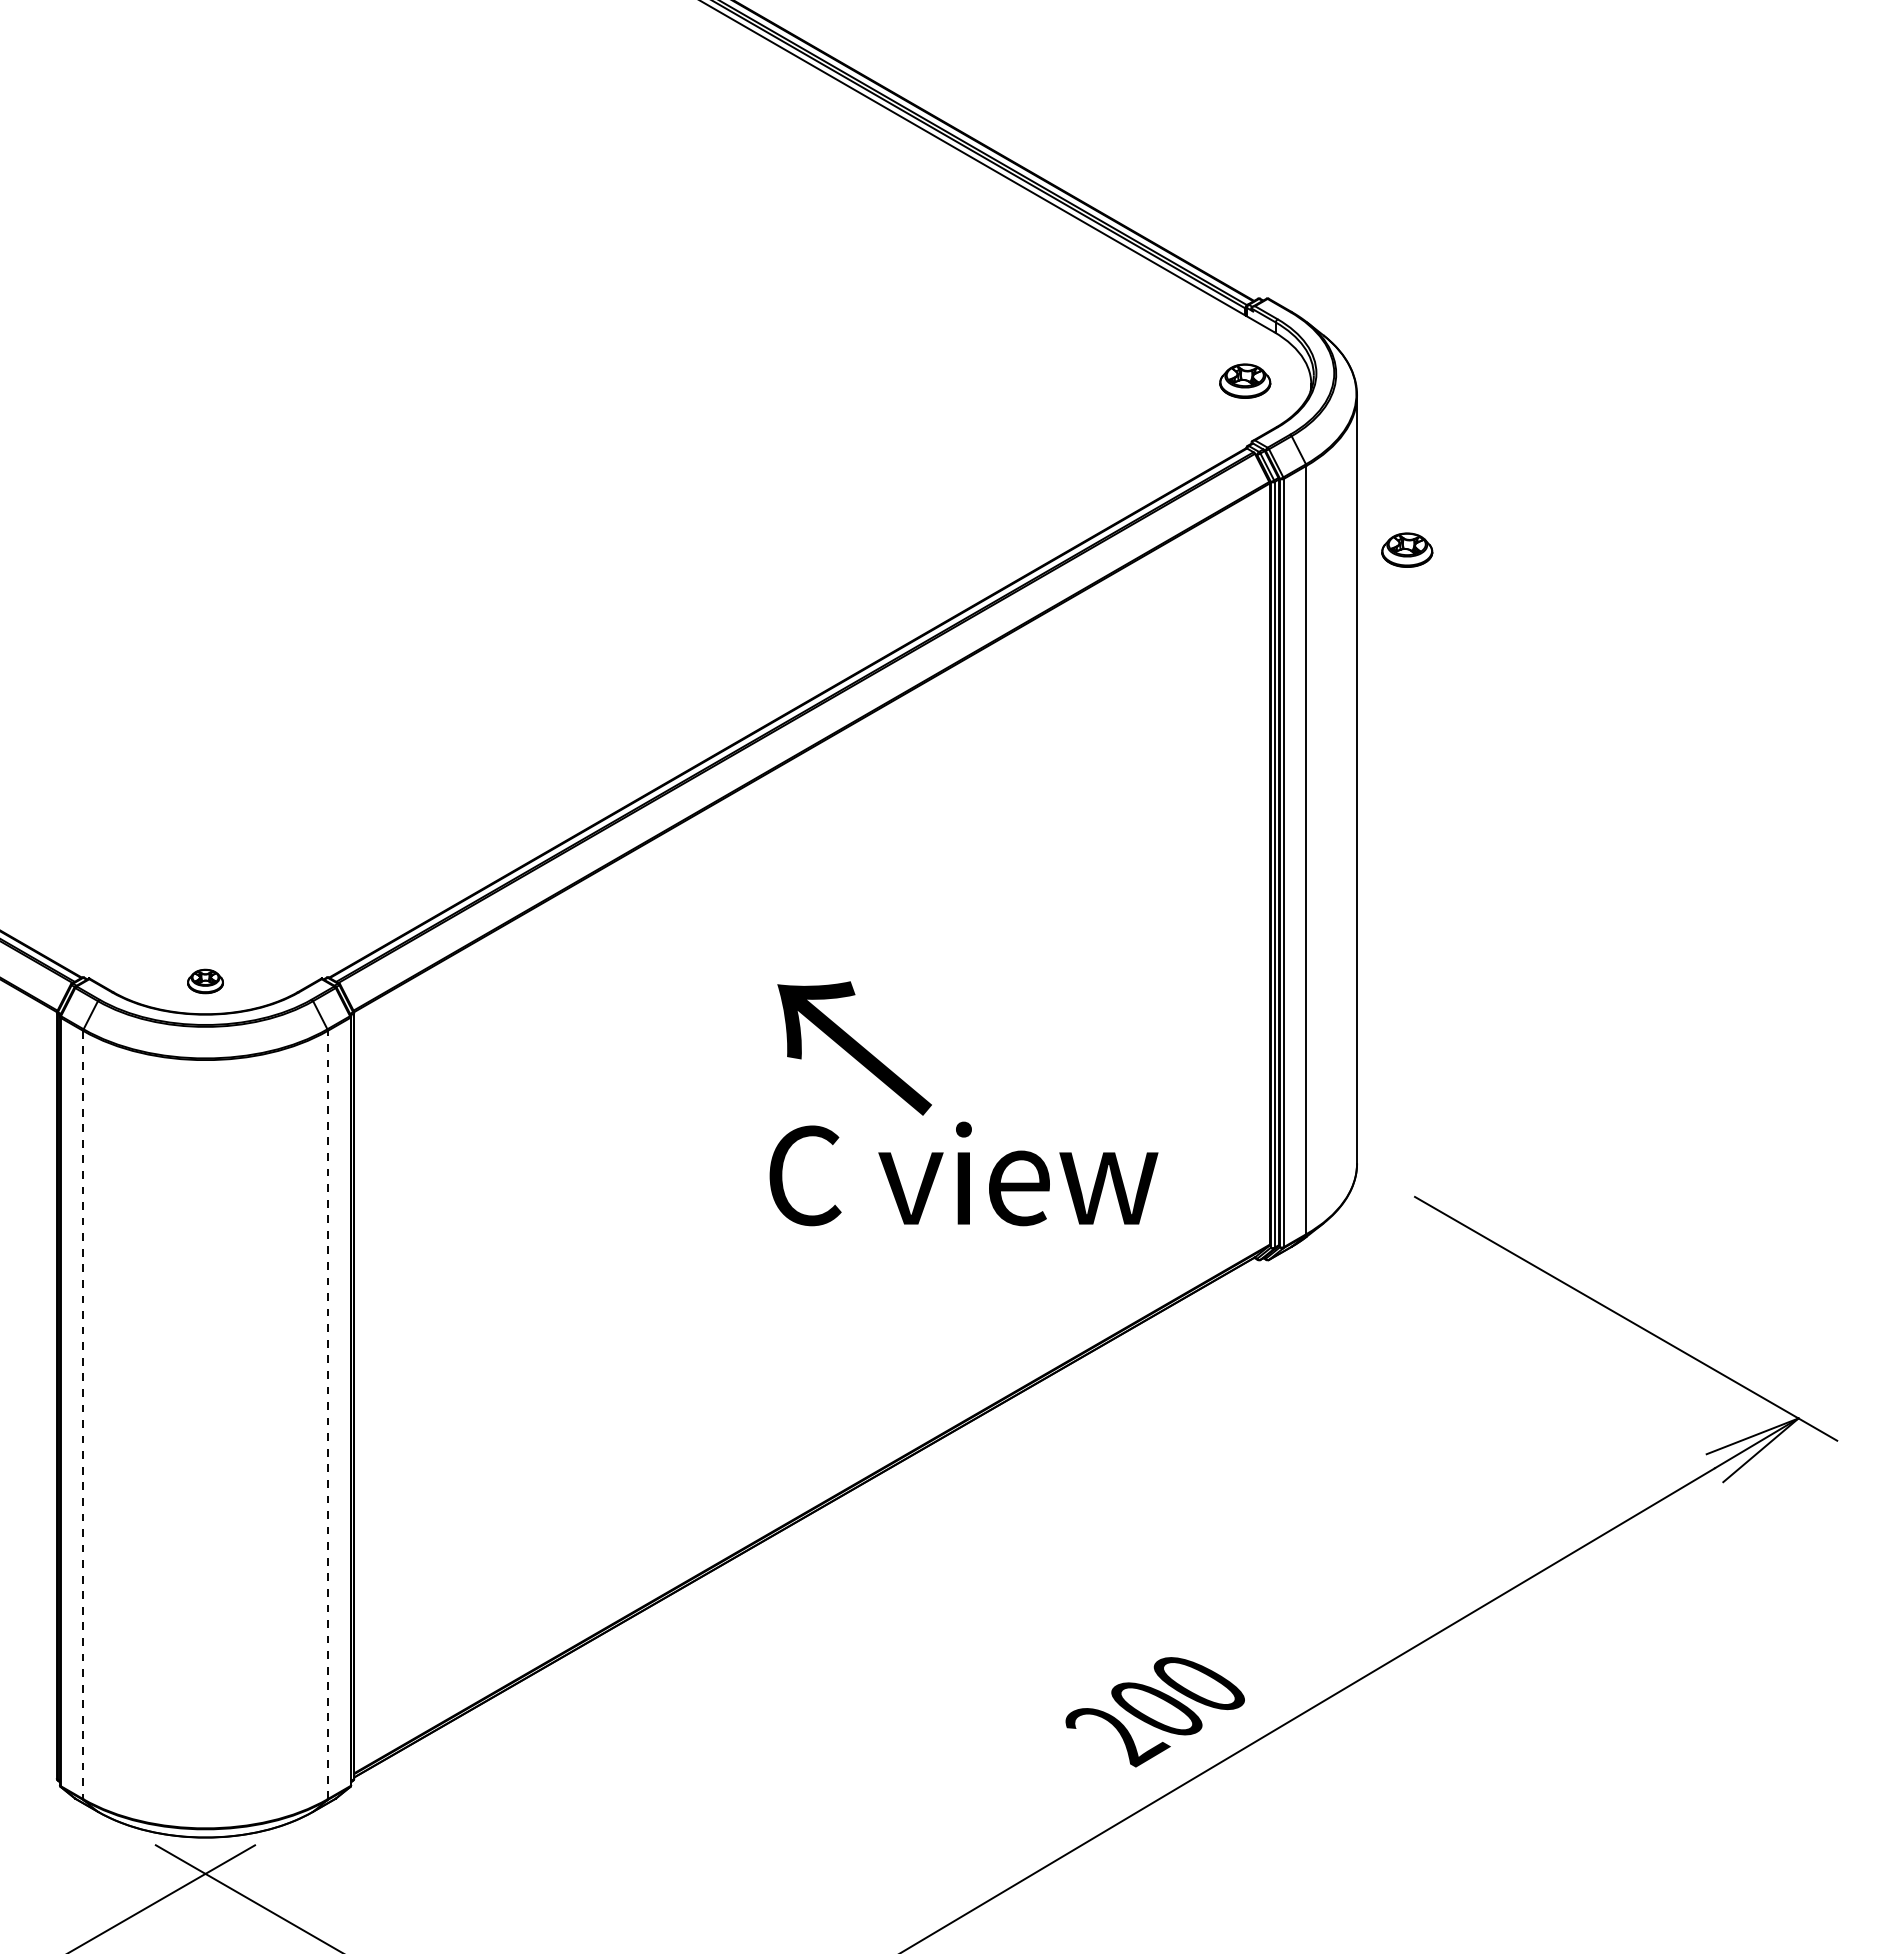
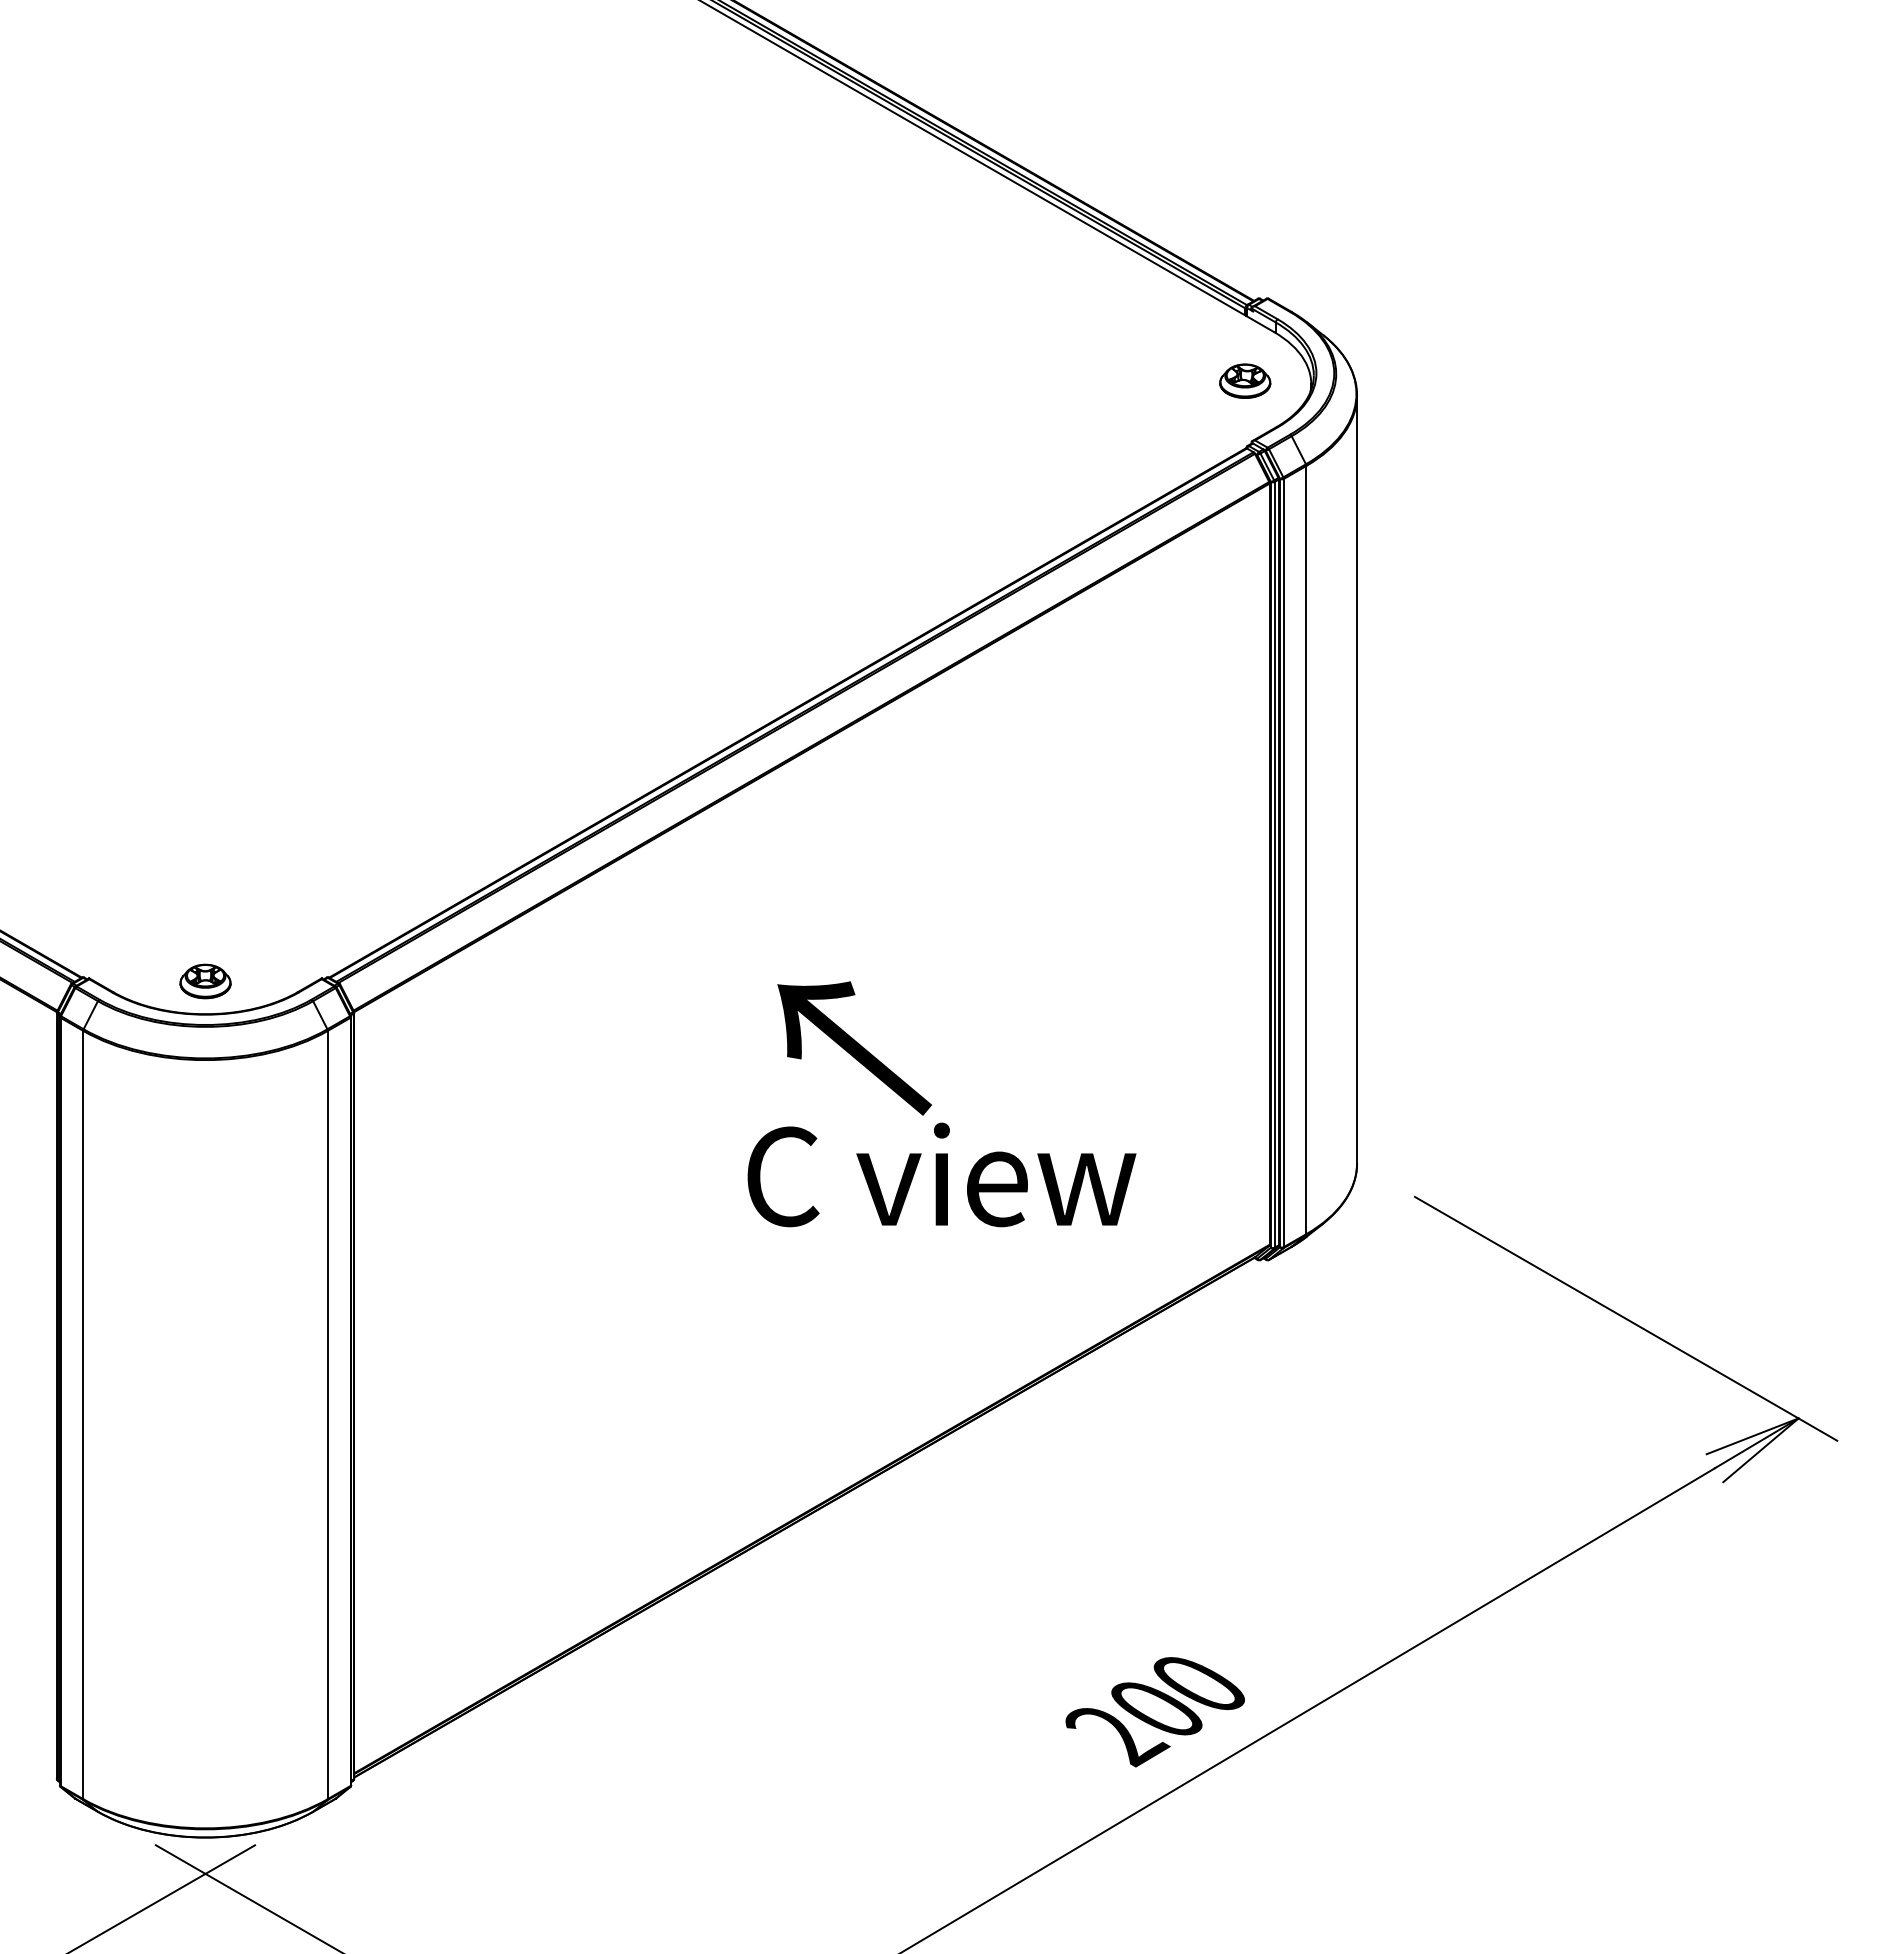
part at (1407, 549): present -> none
part at (205, 981) size: 37x27 px -> 53x37 px
text at (963, 1173) position: (963, 1173) -> (941, 1174)
line at (327, 1414): dashed -> solid
line at (83, 1415): dashed -> solid
